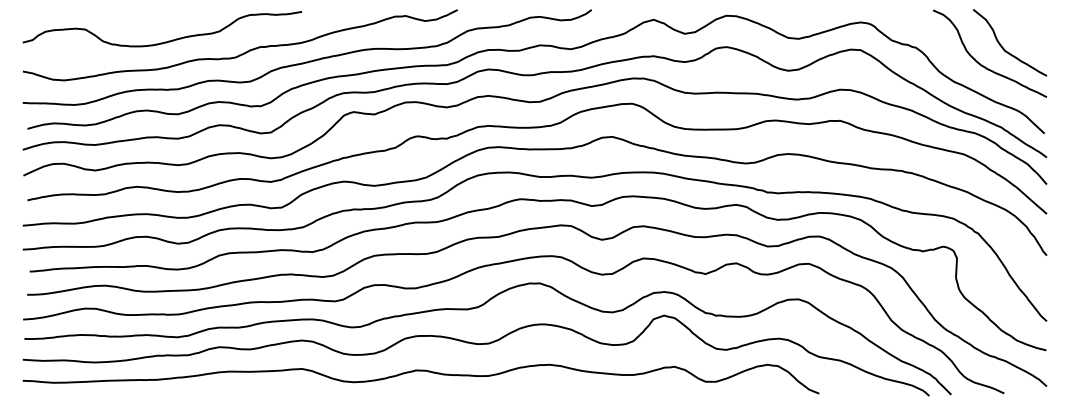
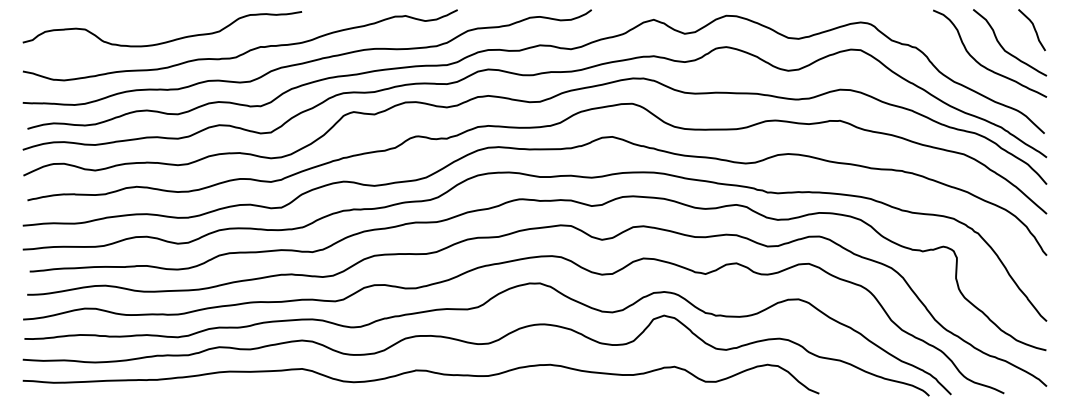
curve at (1033, 28): none -> present
